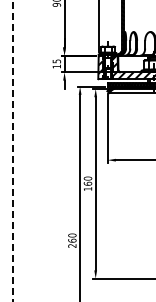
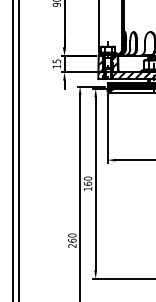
line at (19, 150): none -> present
line at (13, 151): dashed -> solid
